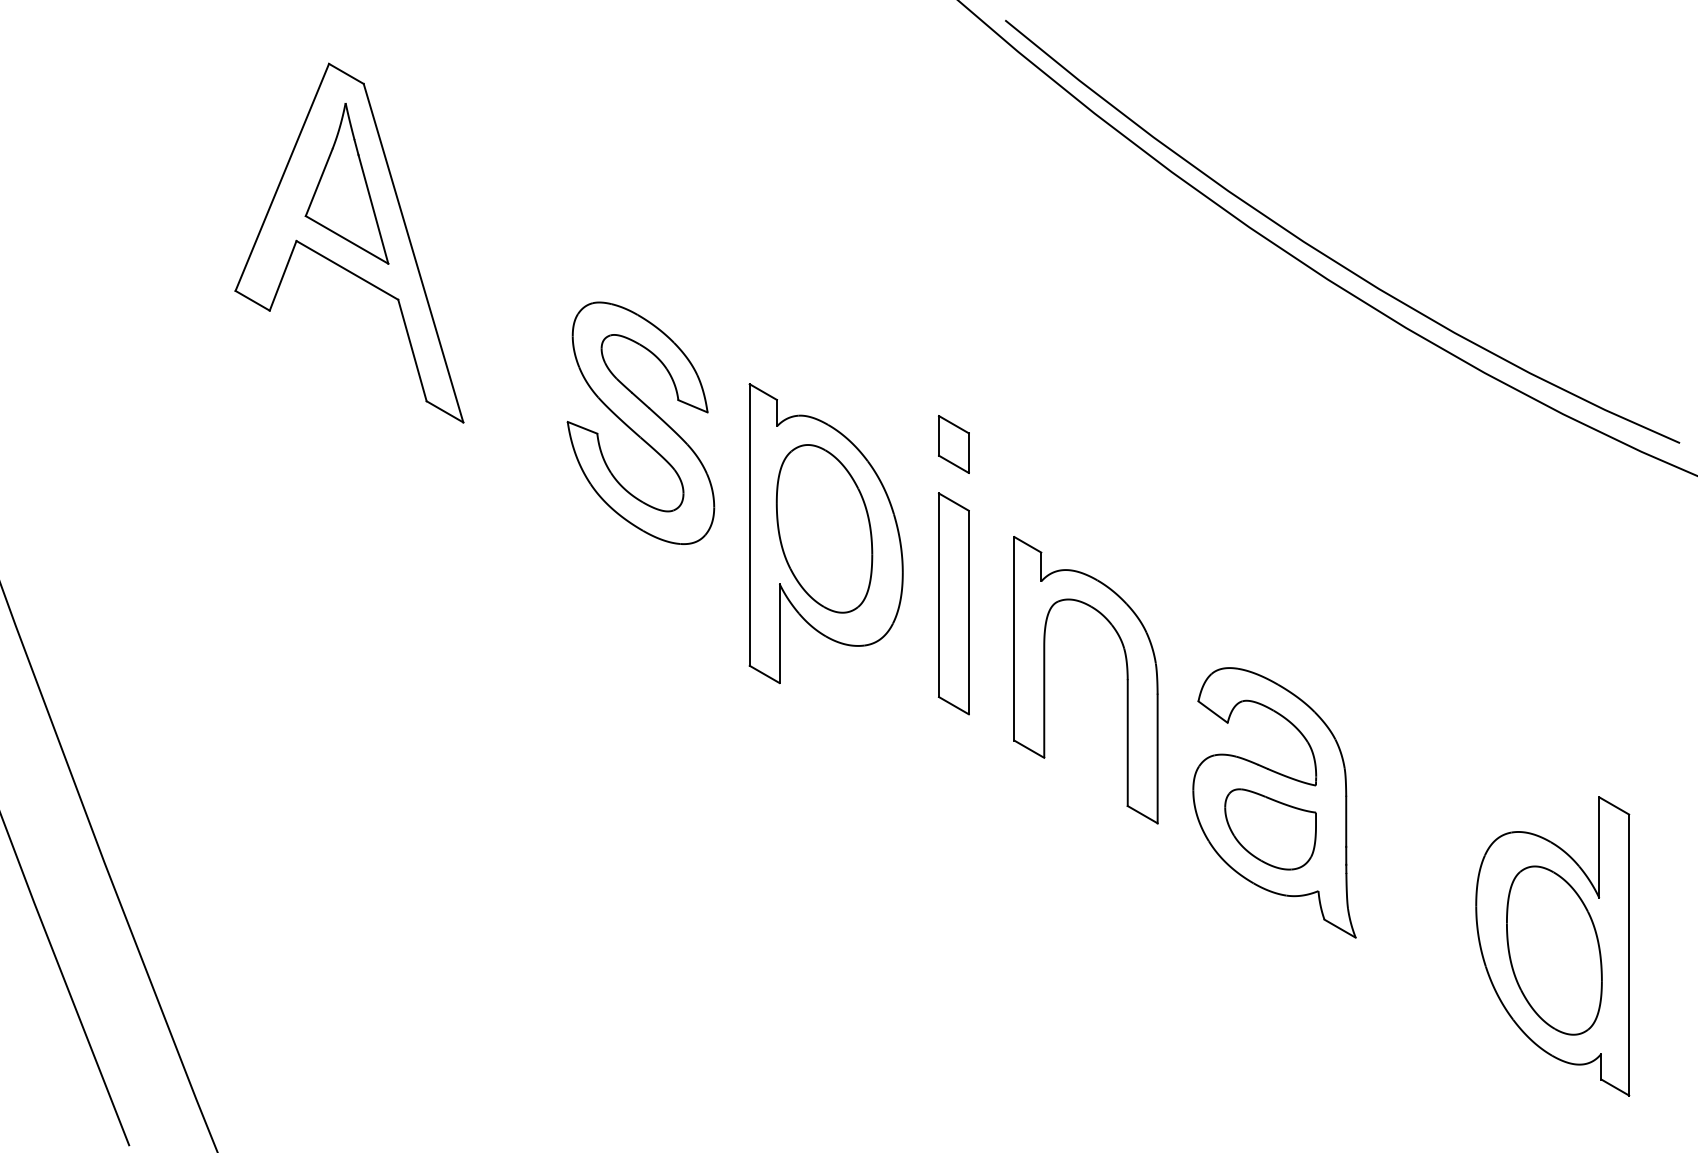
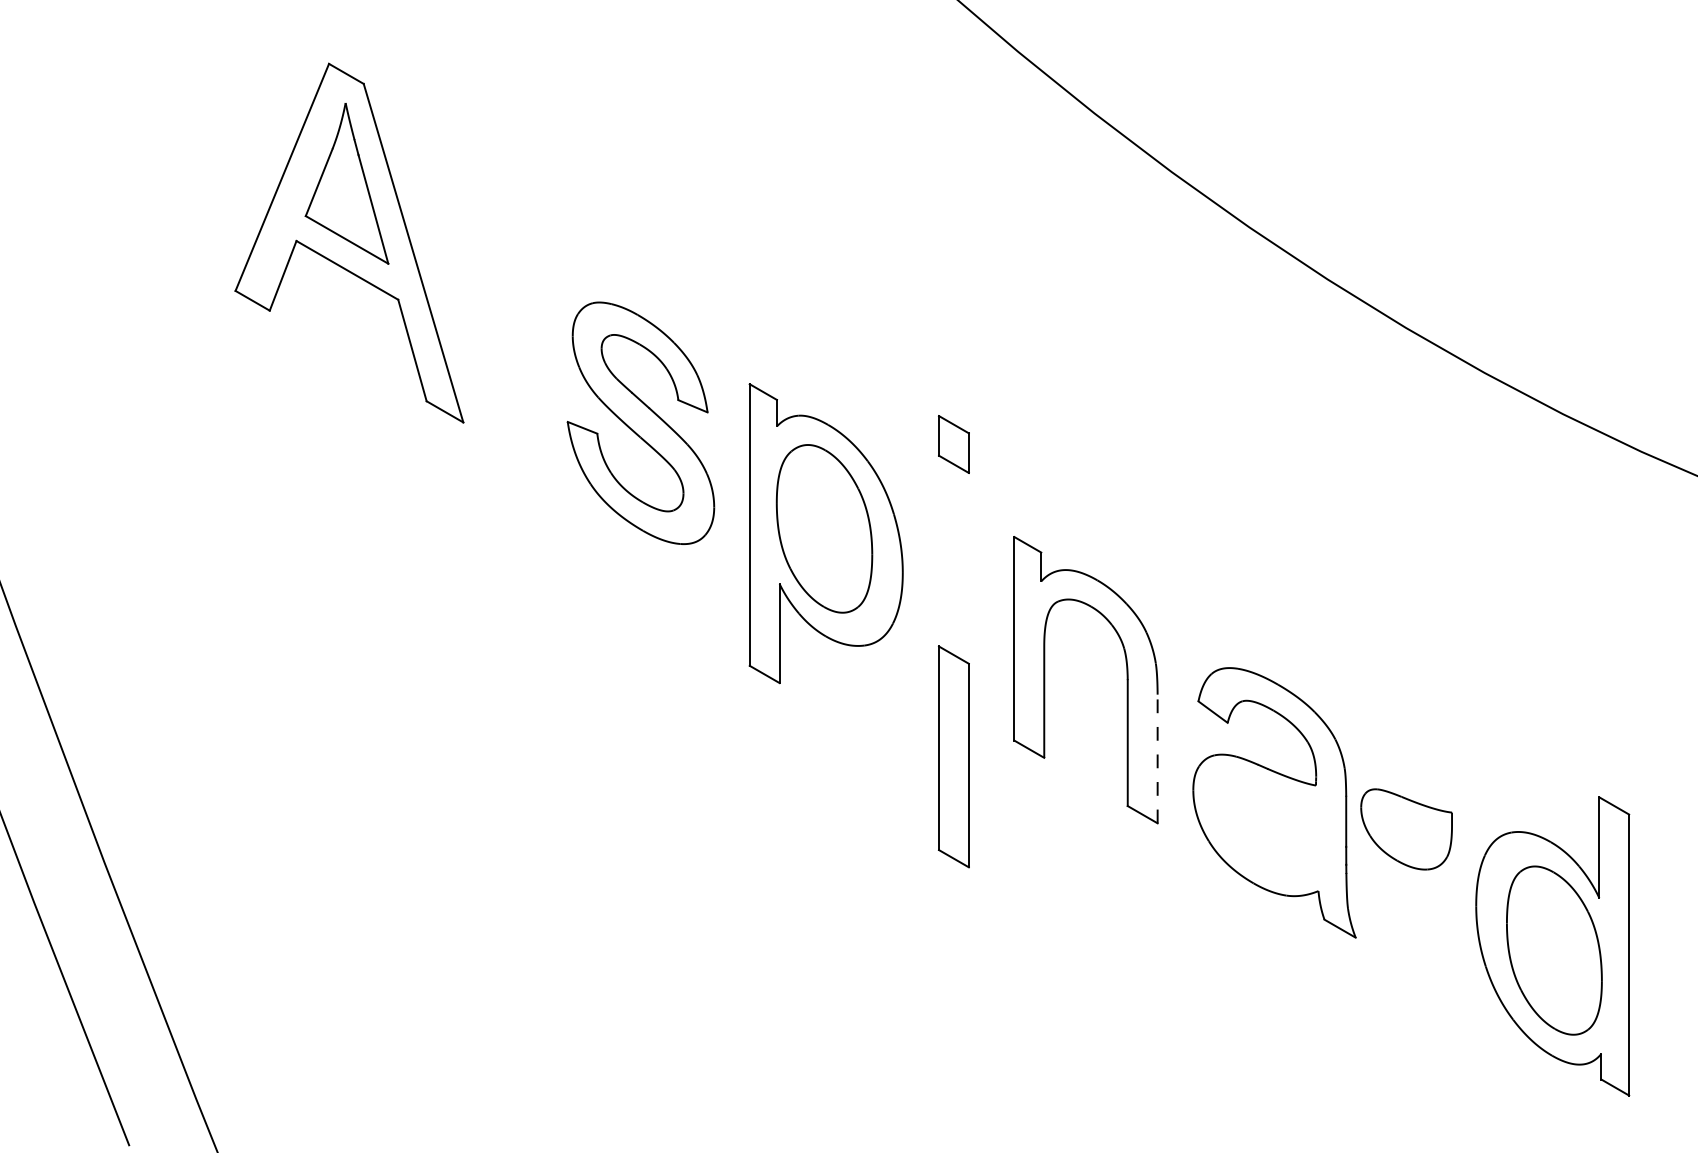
curve at (1329, 256): present -> none
part at (953, 603) position: (953, 603) -> (953, 756)
line at (1157, 758): solid -> dashed
part at (1270, 829) position: (1270, 829) -> (1406, 829)
